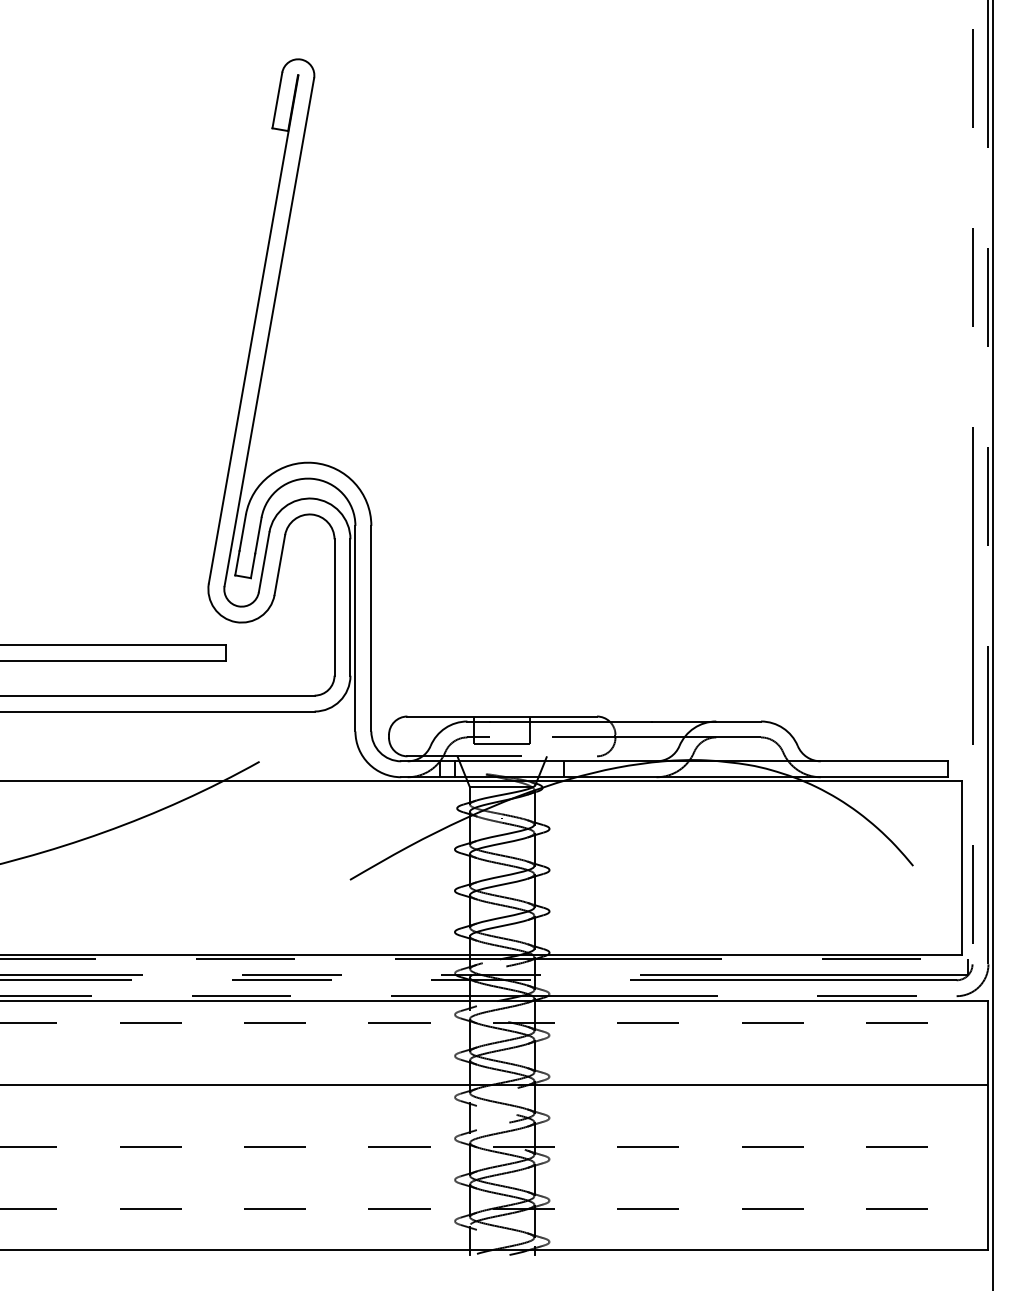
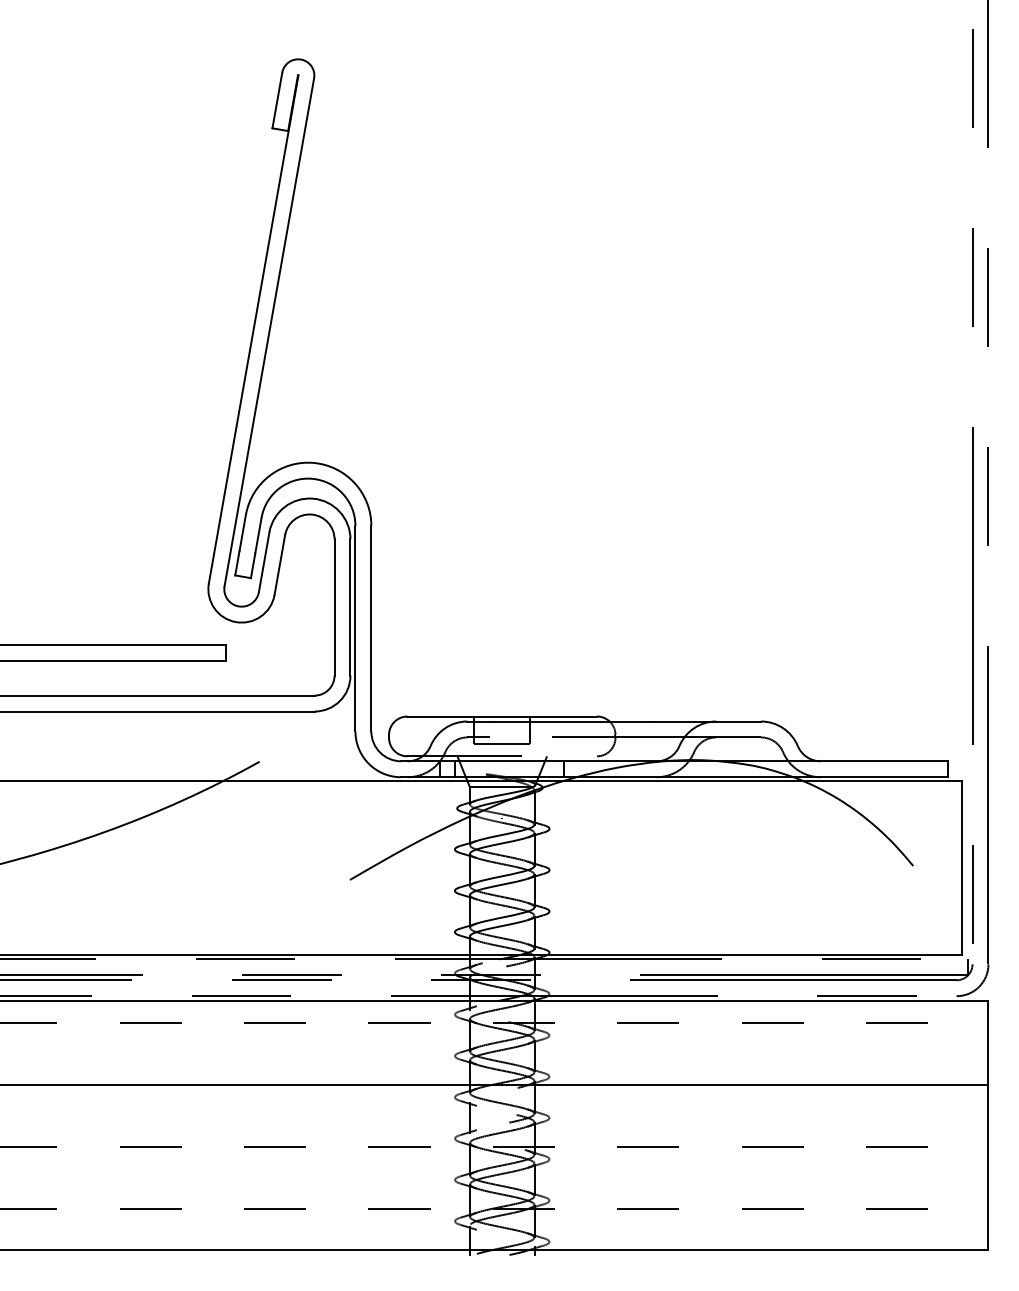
line at (993, 644): present -> none
